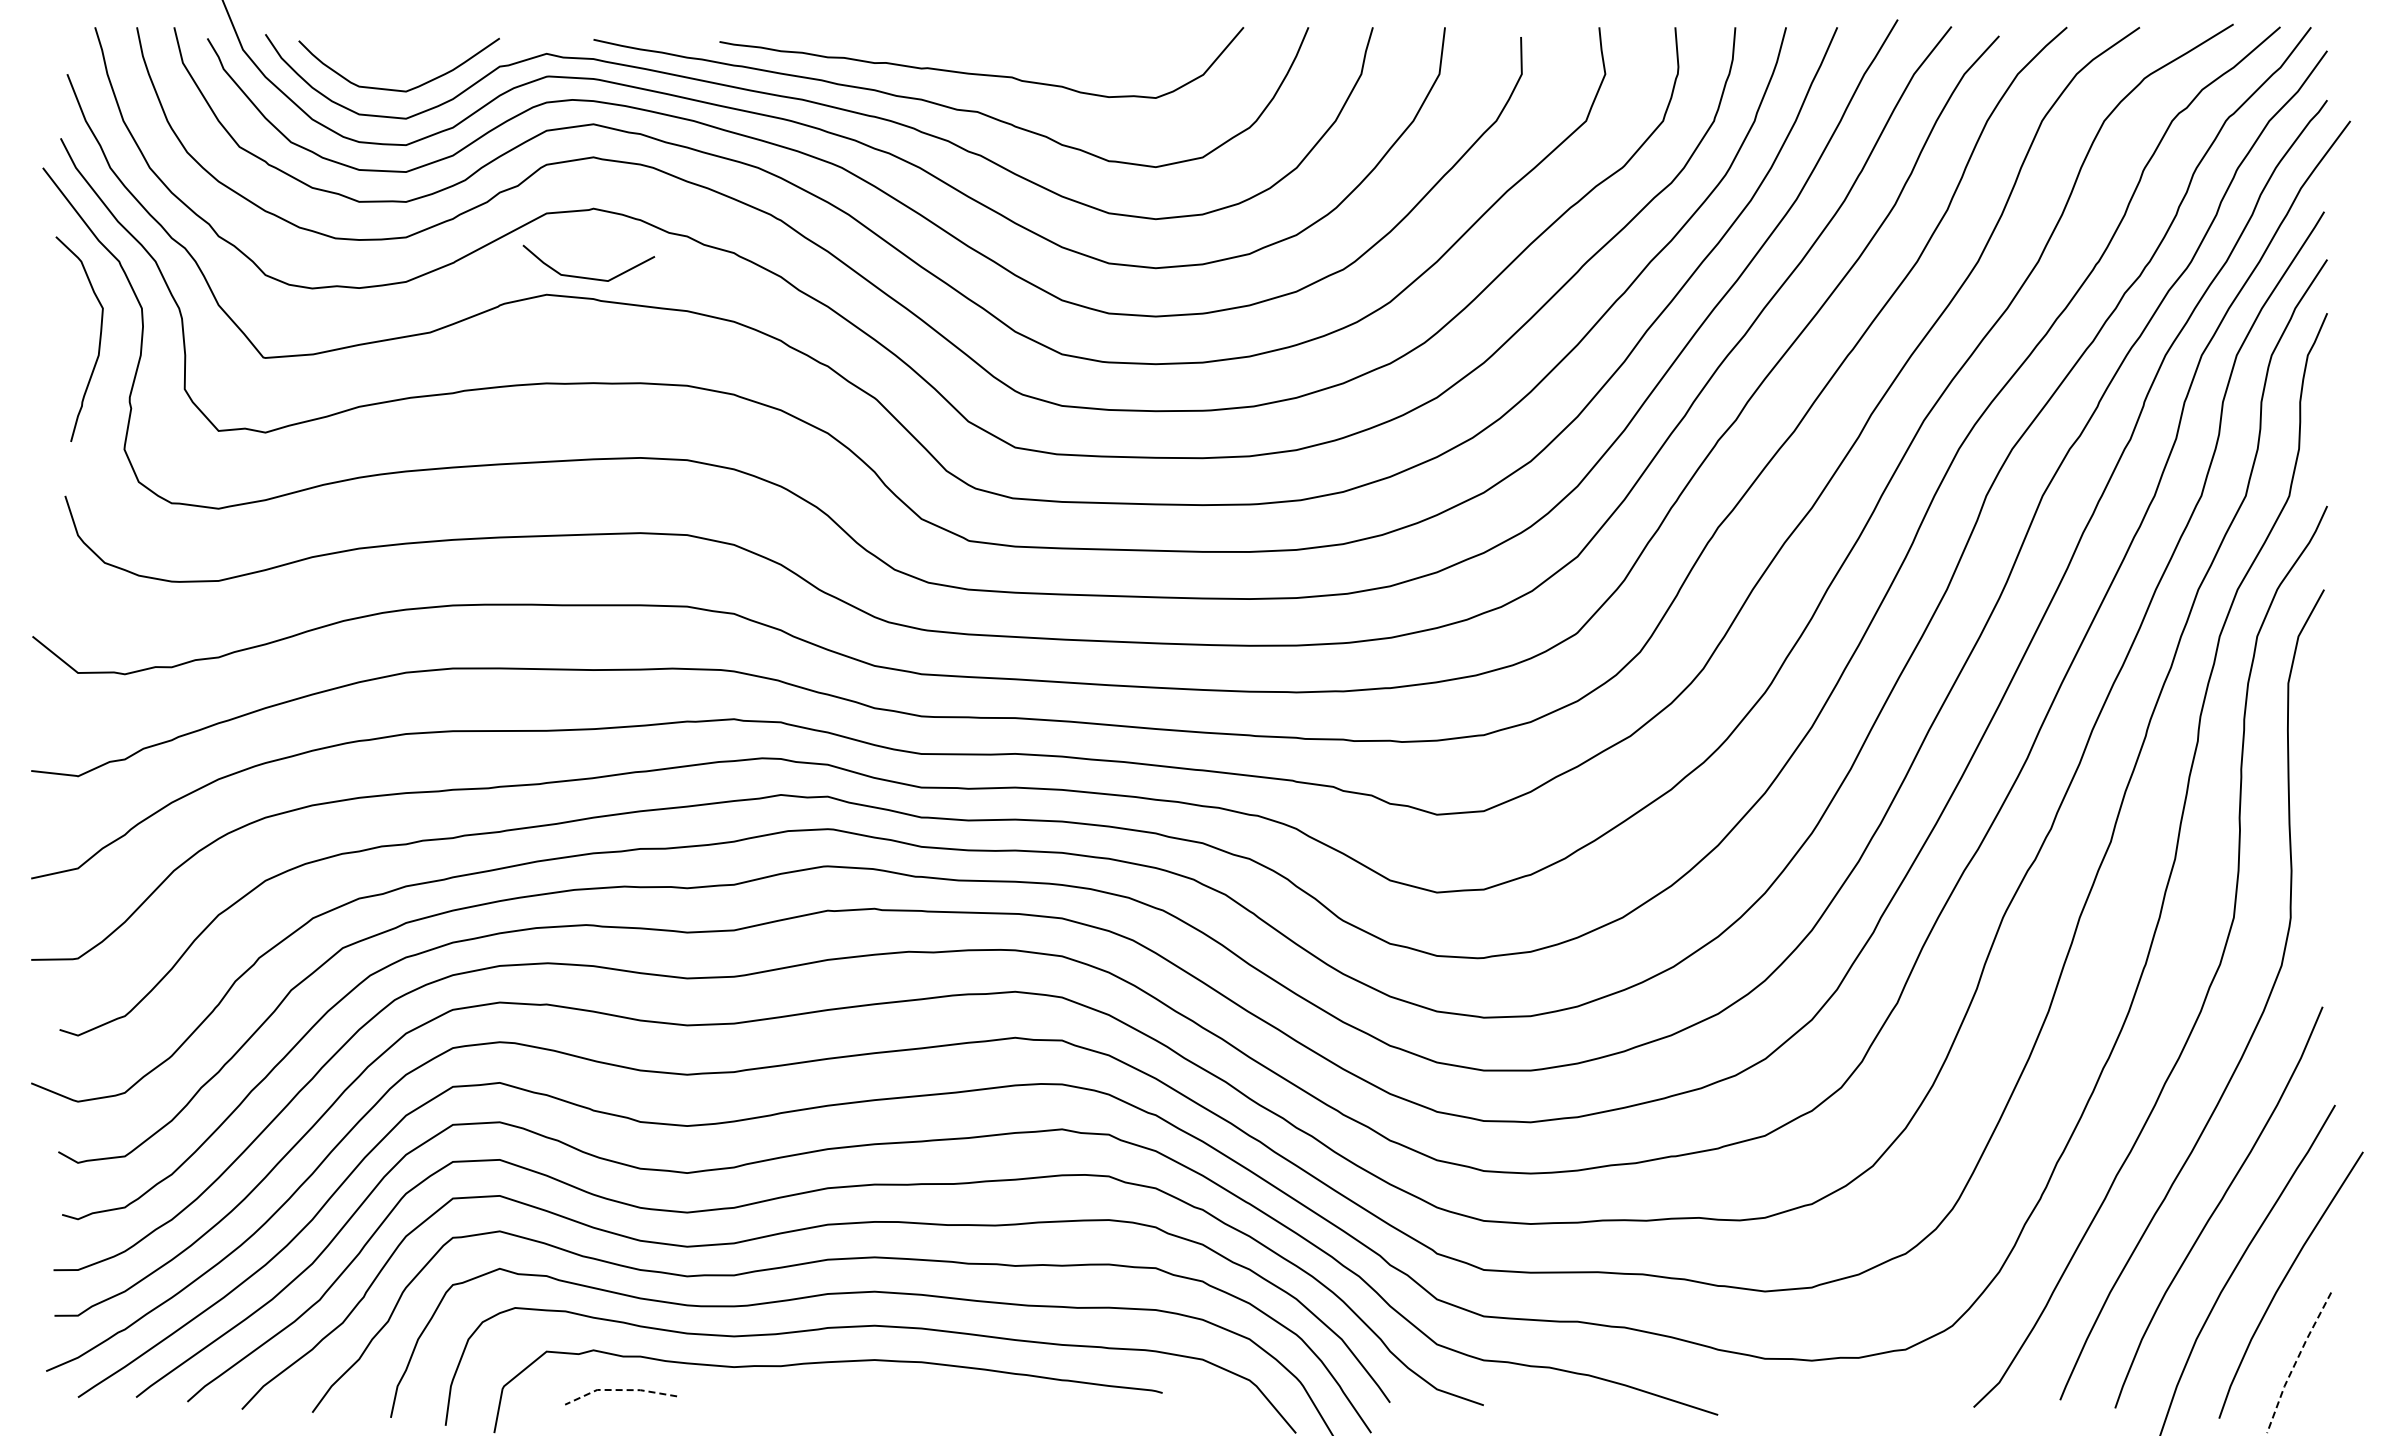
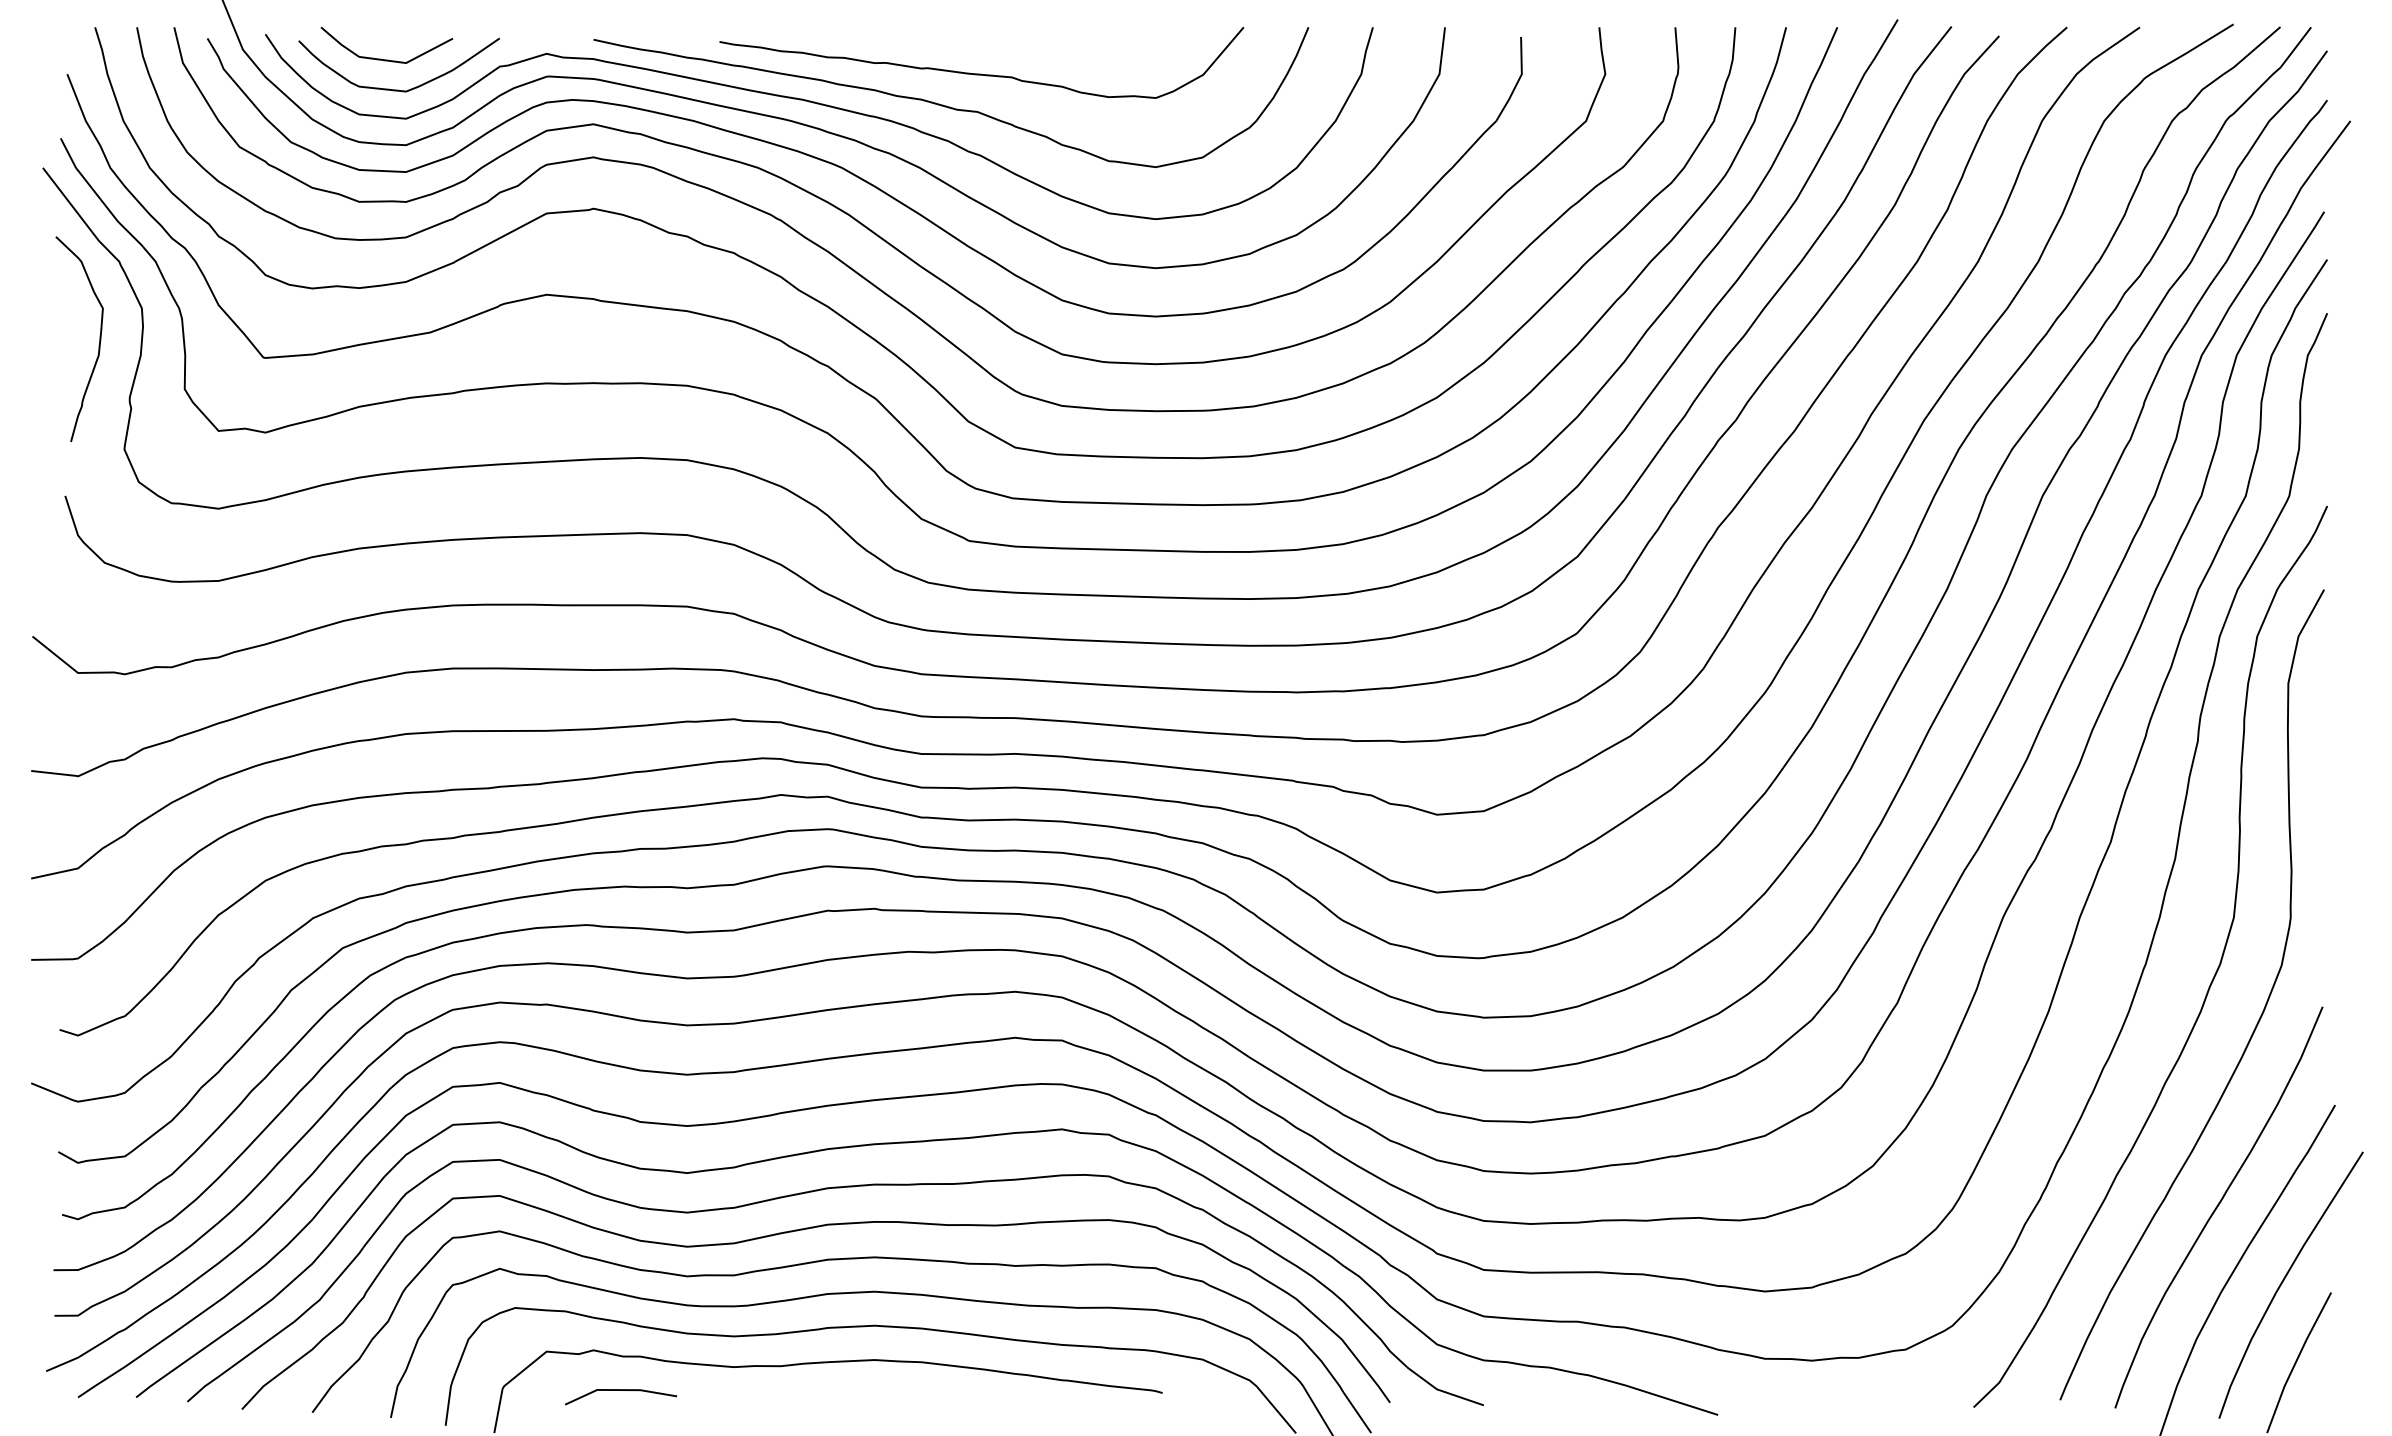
line at (583, 276) position: (583, 276) -> (381, 58)
line at (2296, 1361): dashed -> solid
line at (619, 1390): dashed -> solid
